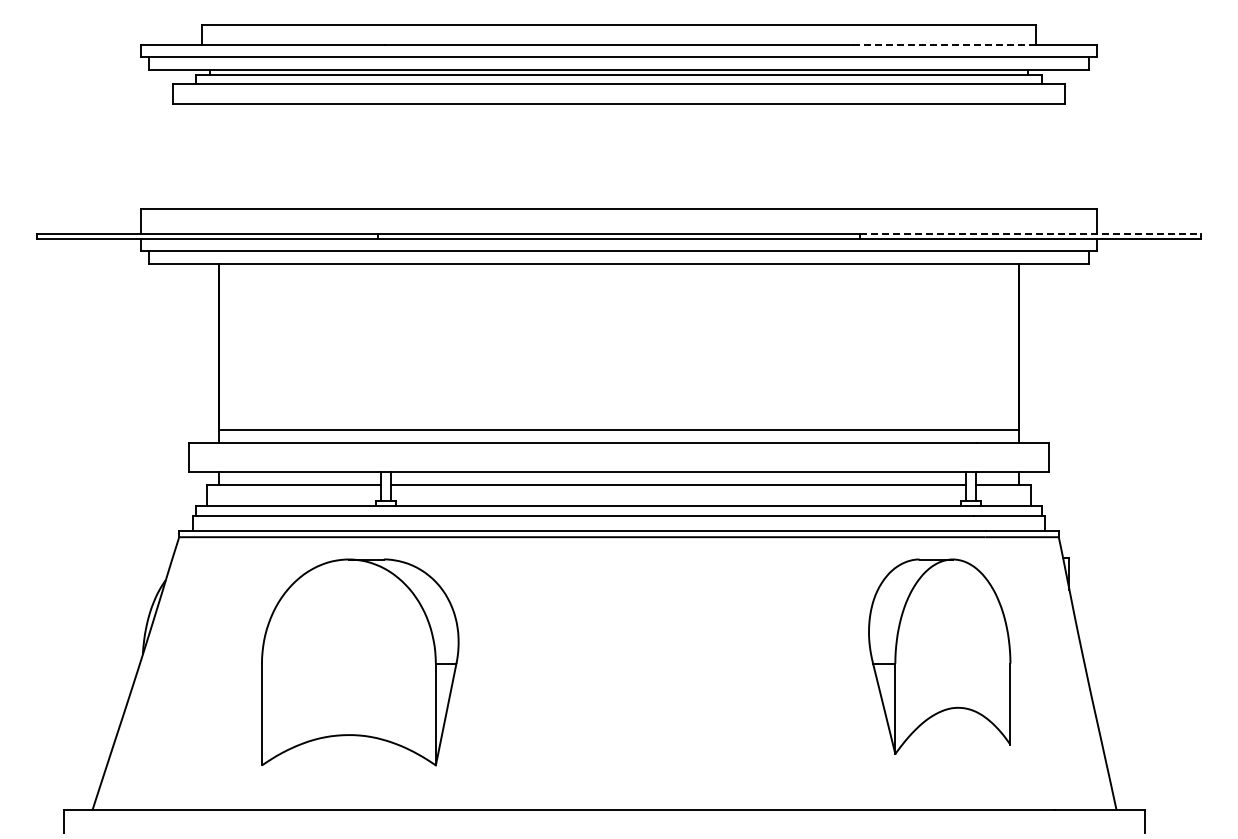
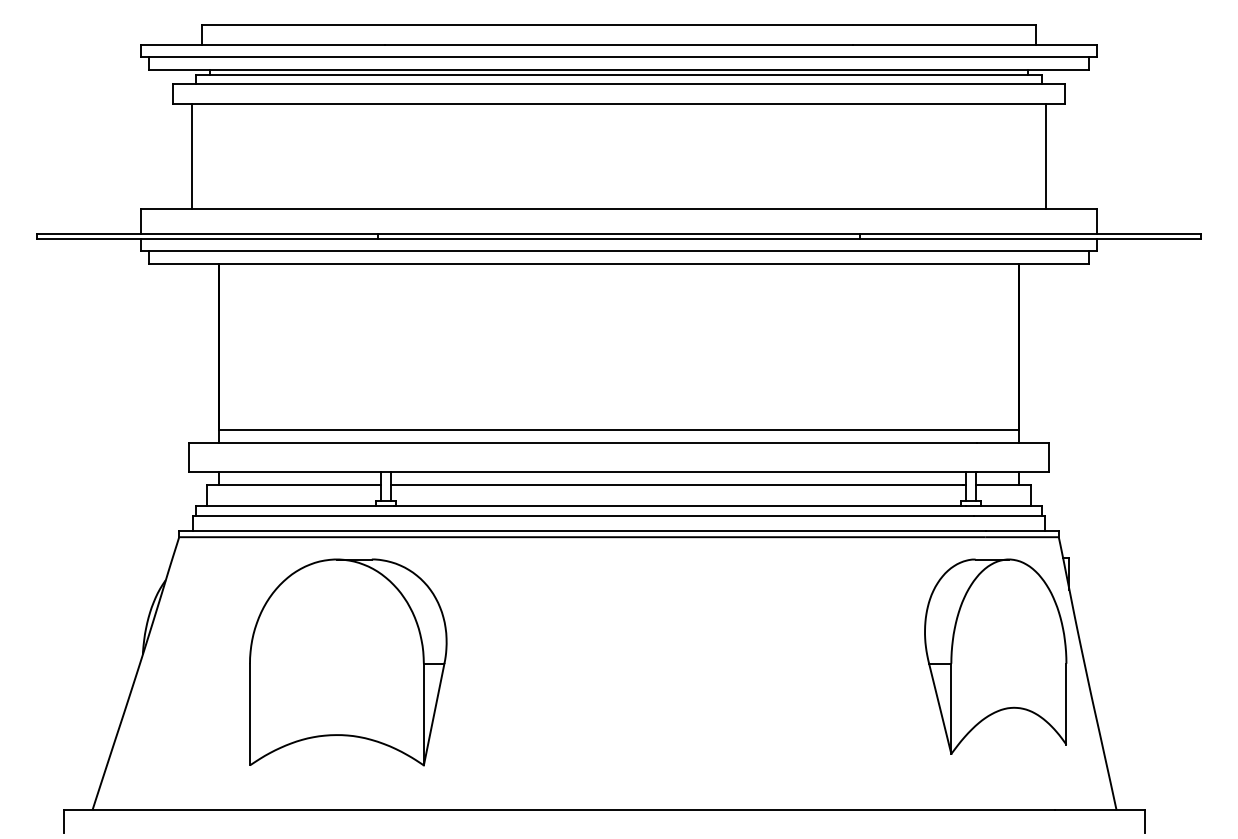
line at (944, 44): dashed -> solid
line at (192, 156): none -> present
line at (1045, 156): none -> present
line at (1030, 233): dashed -> solid
part at (939, 656) position: (939, 656) -> (995, 656)
part at (360, 662) position: (360, 662) -> (348, 662)
